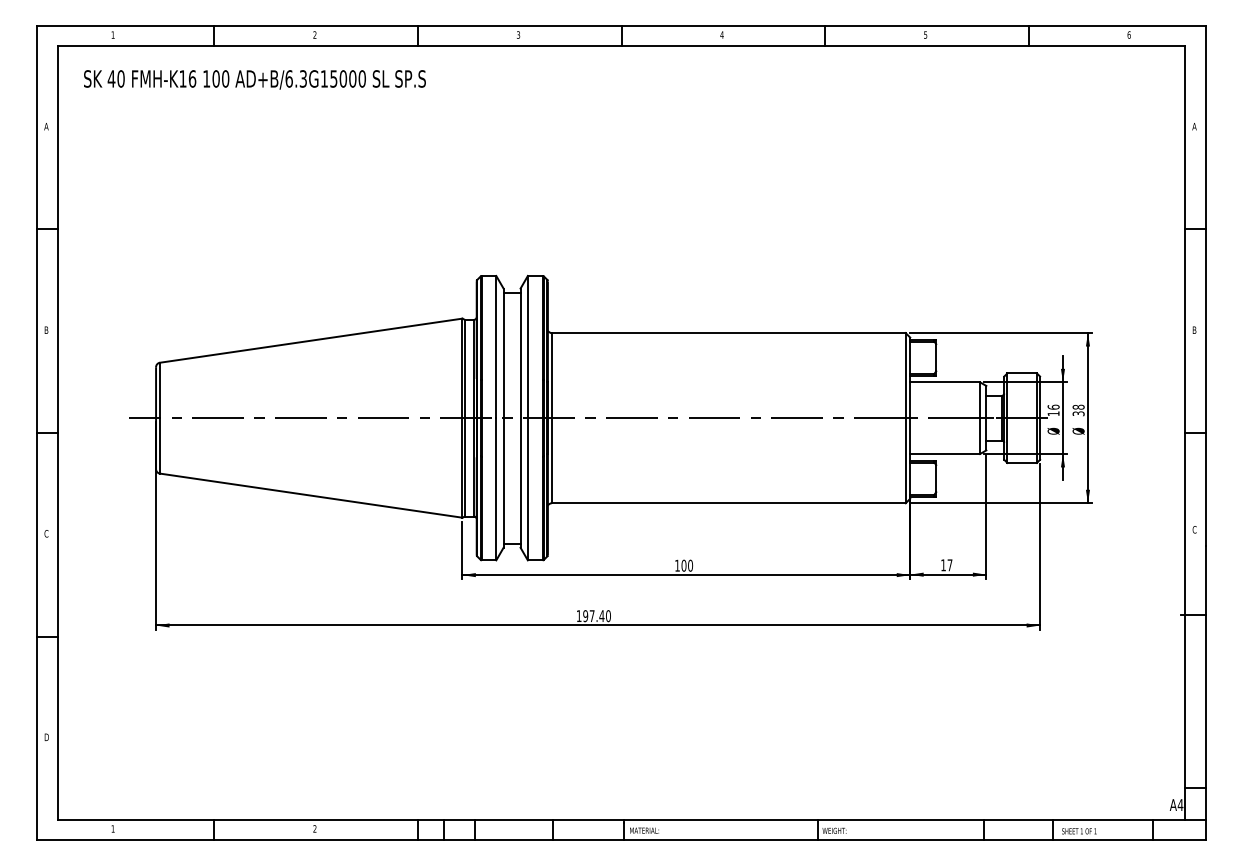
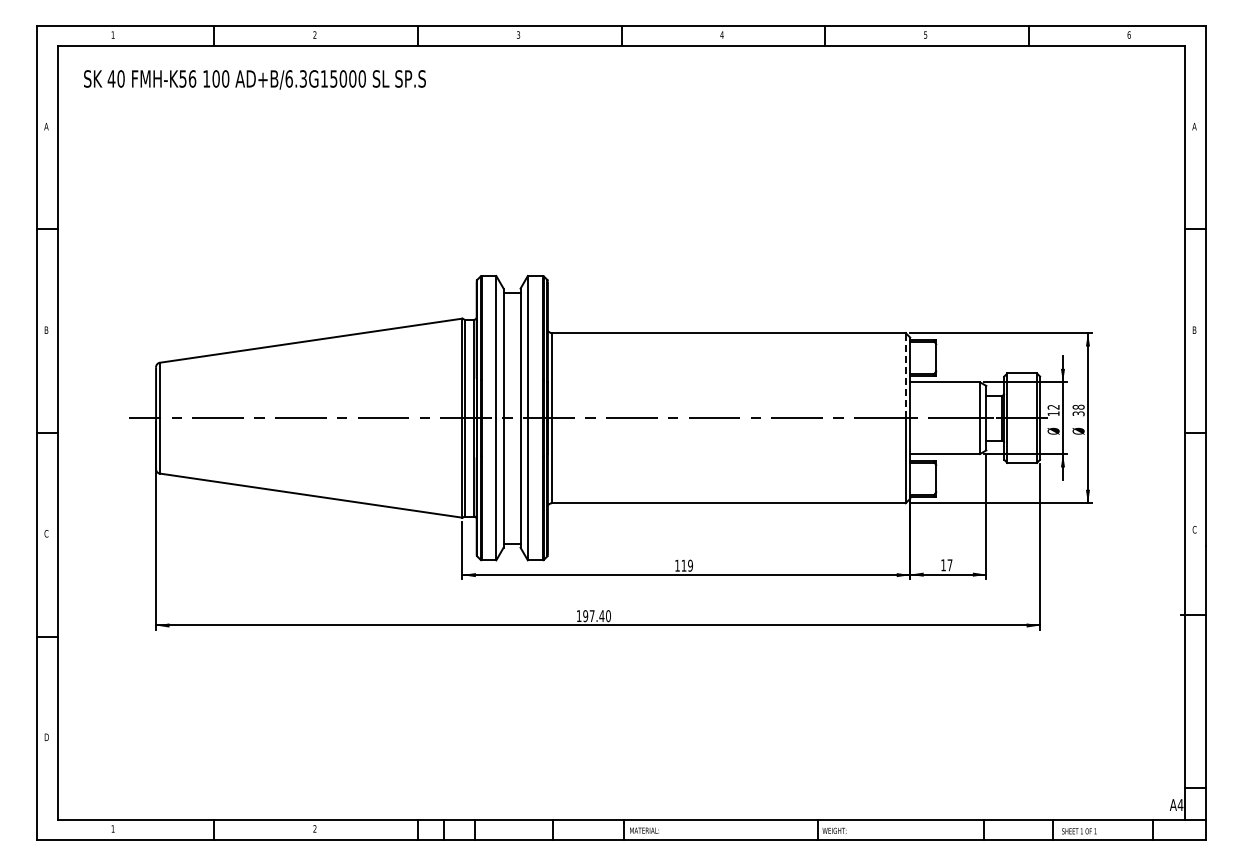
text at (182, 78): FMH-K16 -> FMH-K56
line at (905, 375): solid -> dashed
text at (1053, 406): 16 -> 12
text at (686, 565): 100 -> 119
